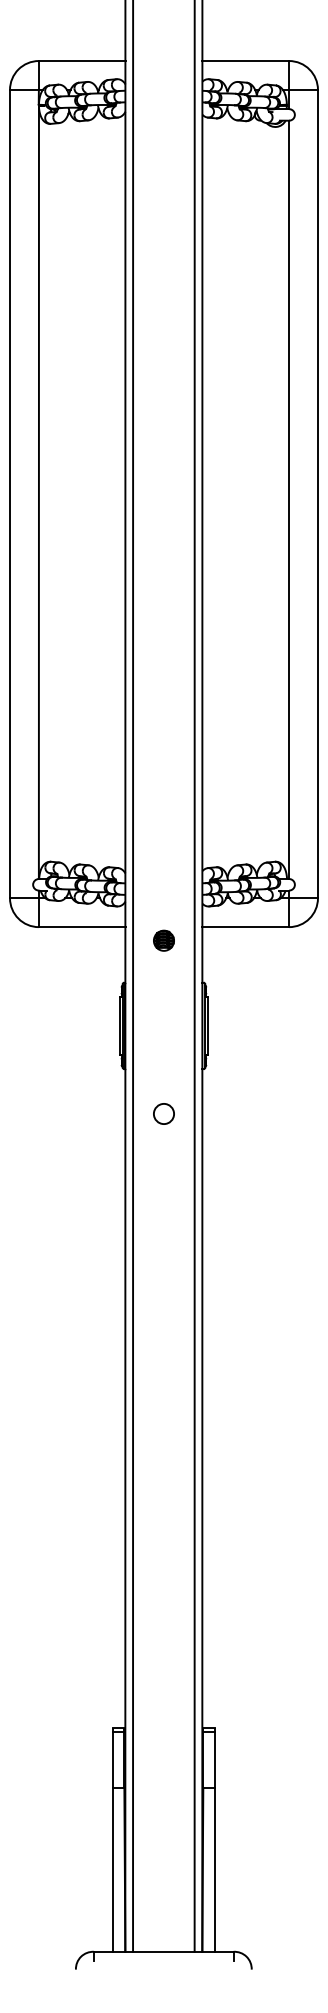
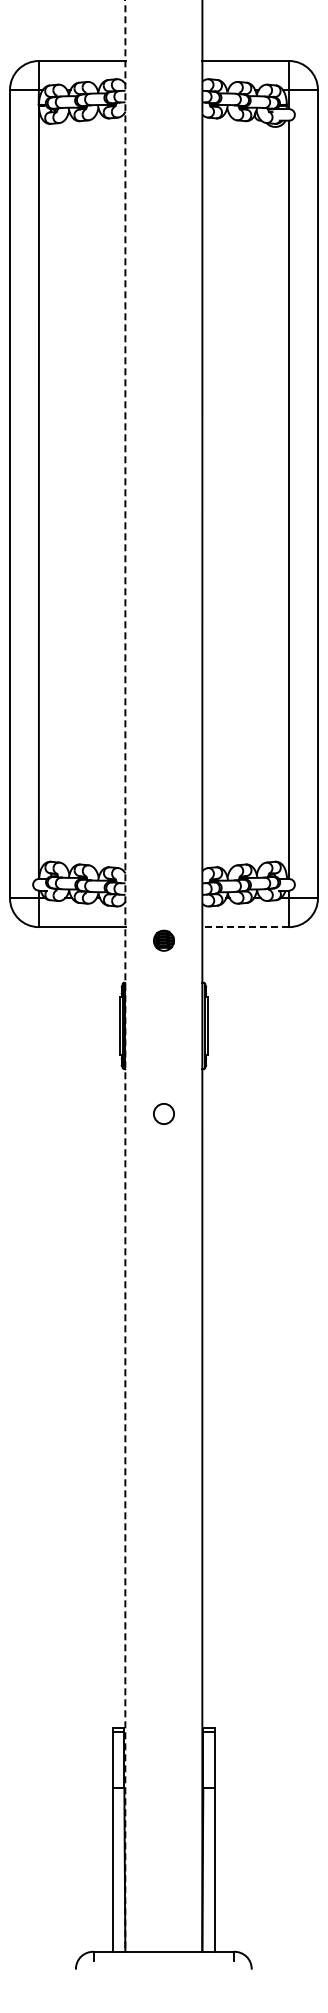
line at (245, 927): solid -> dashed
line at (125, 975): solid -> dashed
line at (133, 976): present -> none
line at (194, 976): present -> none
